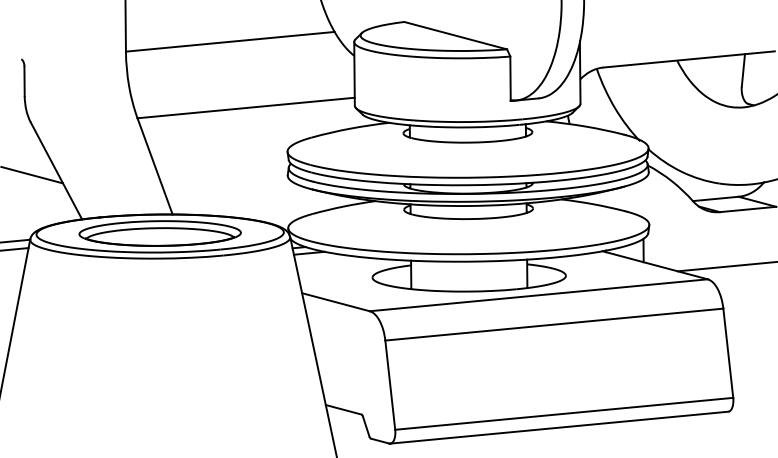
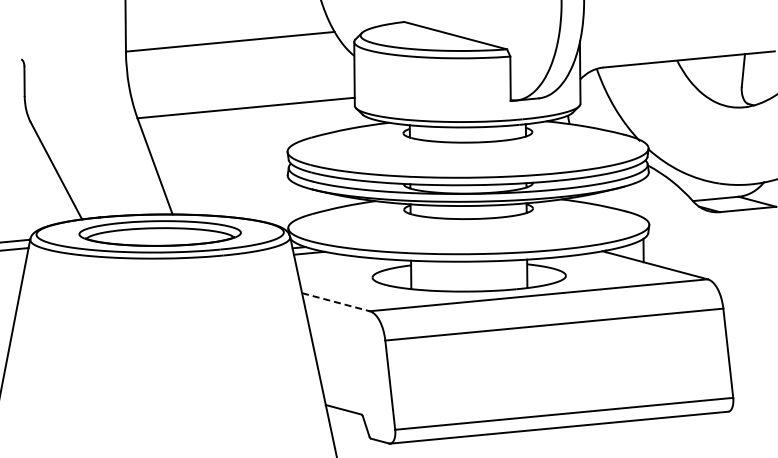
line at (32, 175): present -> none
line at (725, 266): present -> none
line at (336, 302): solid -> dashed
